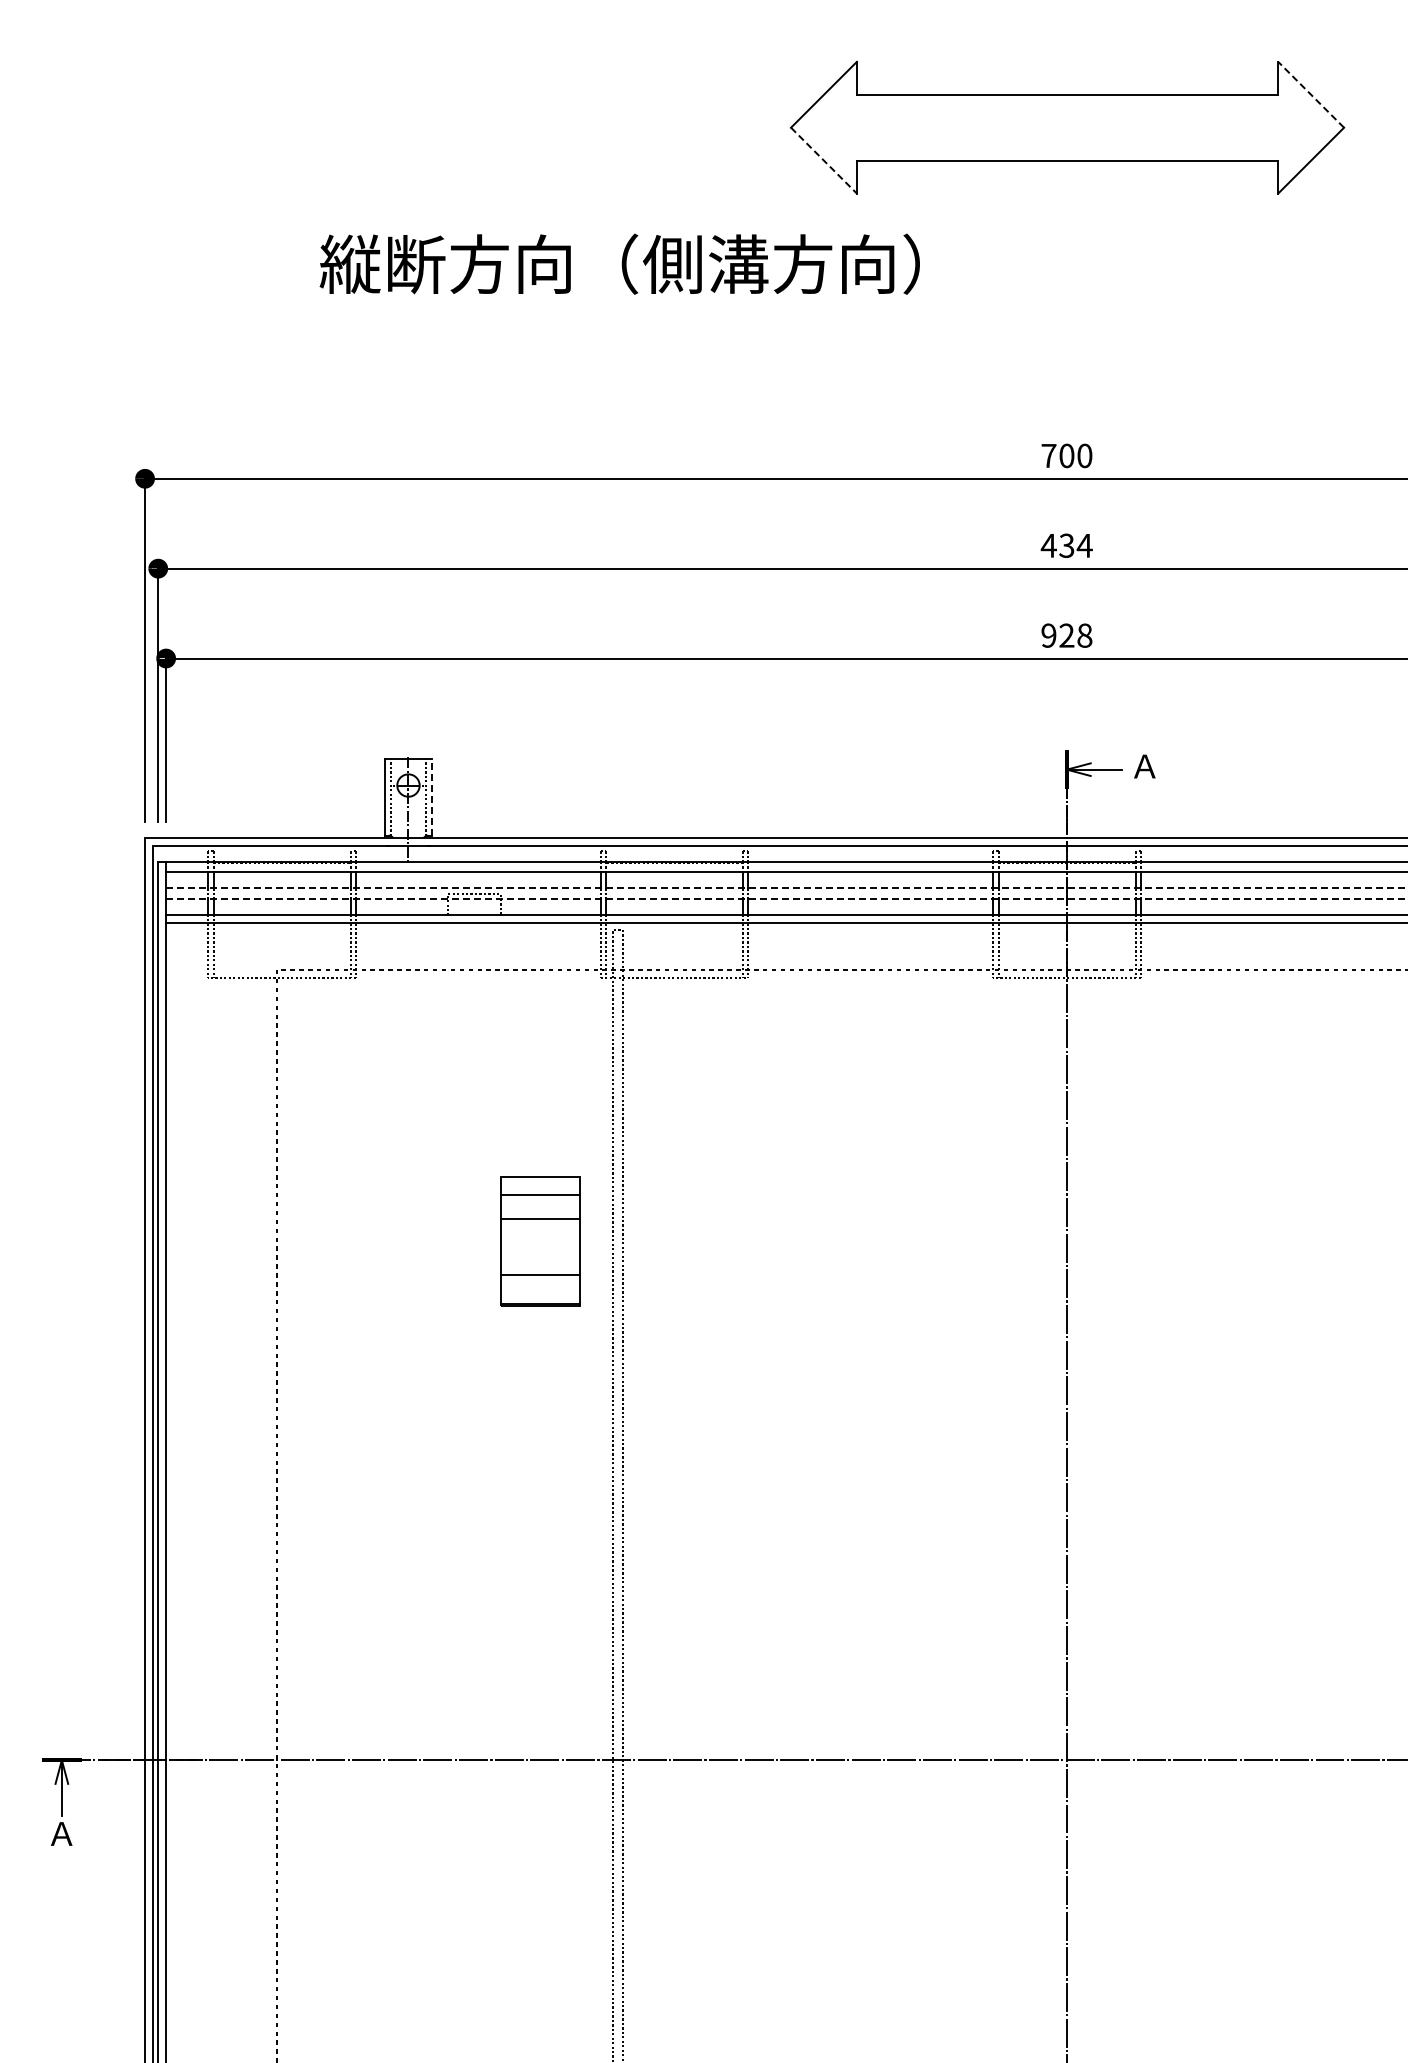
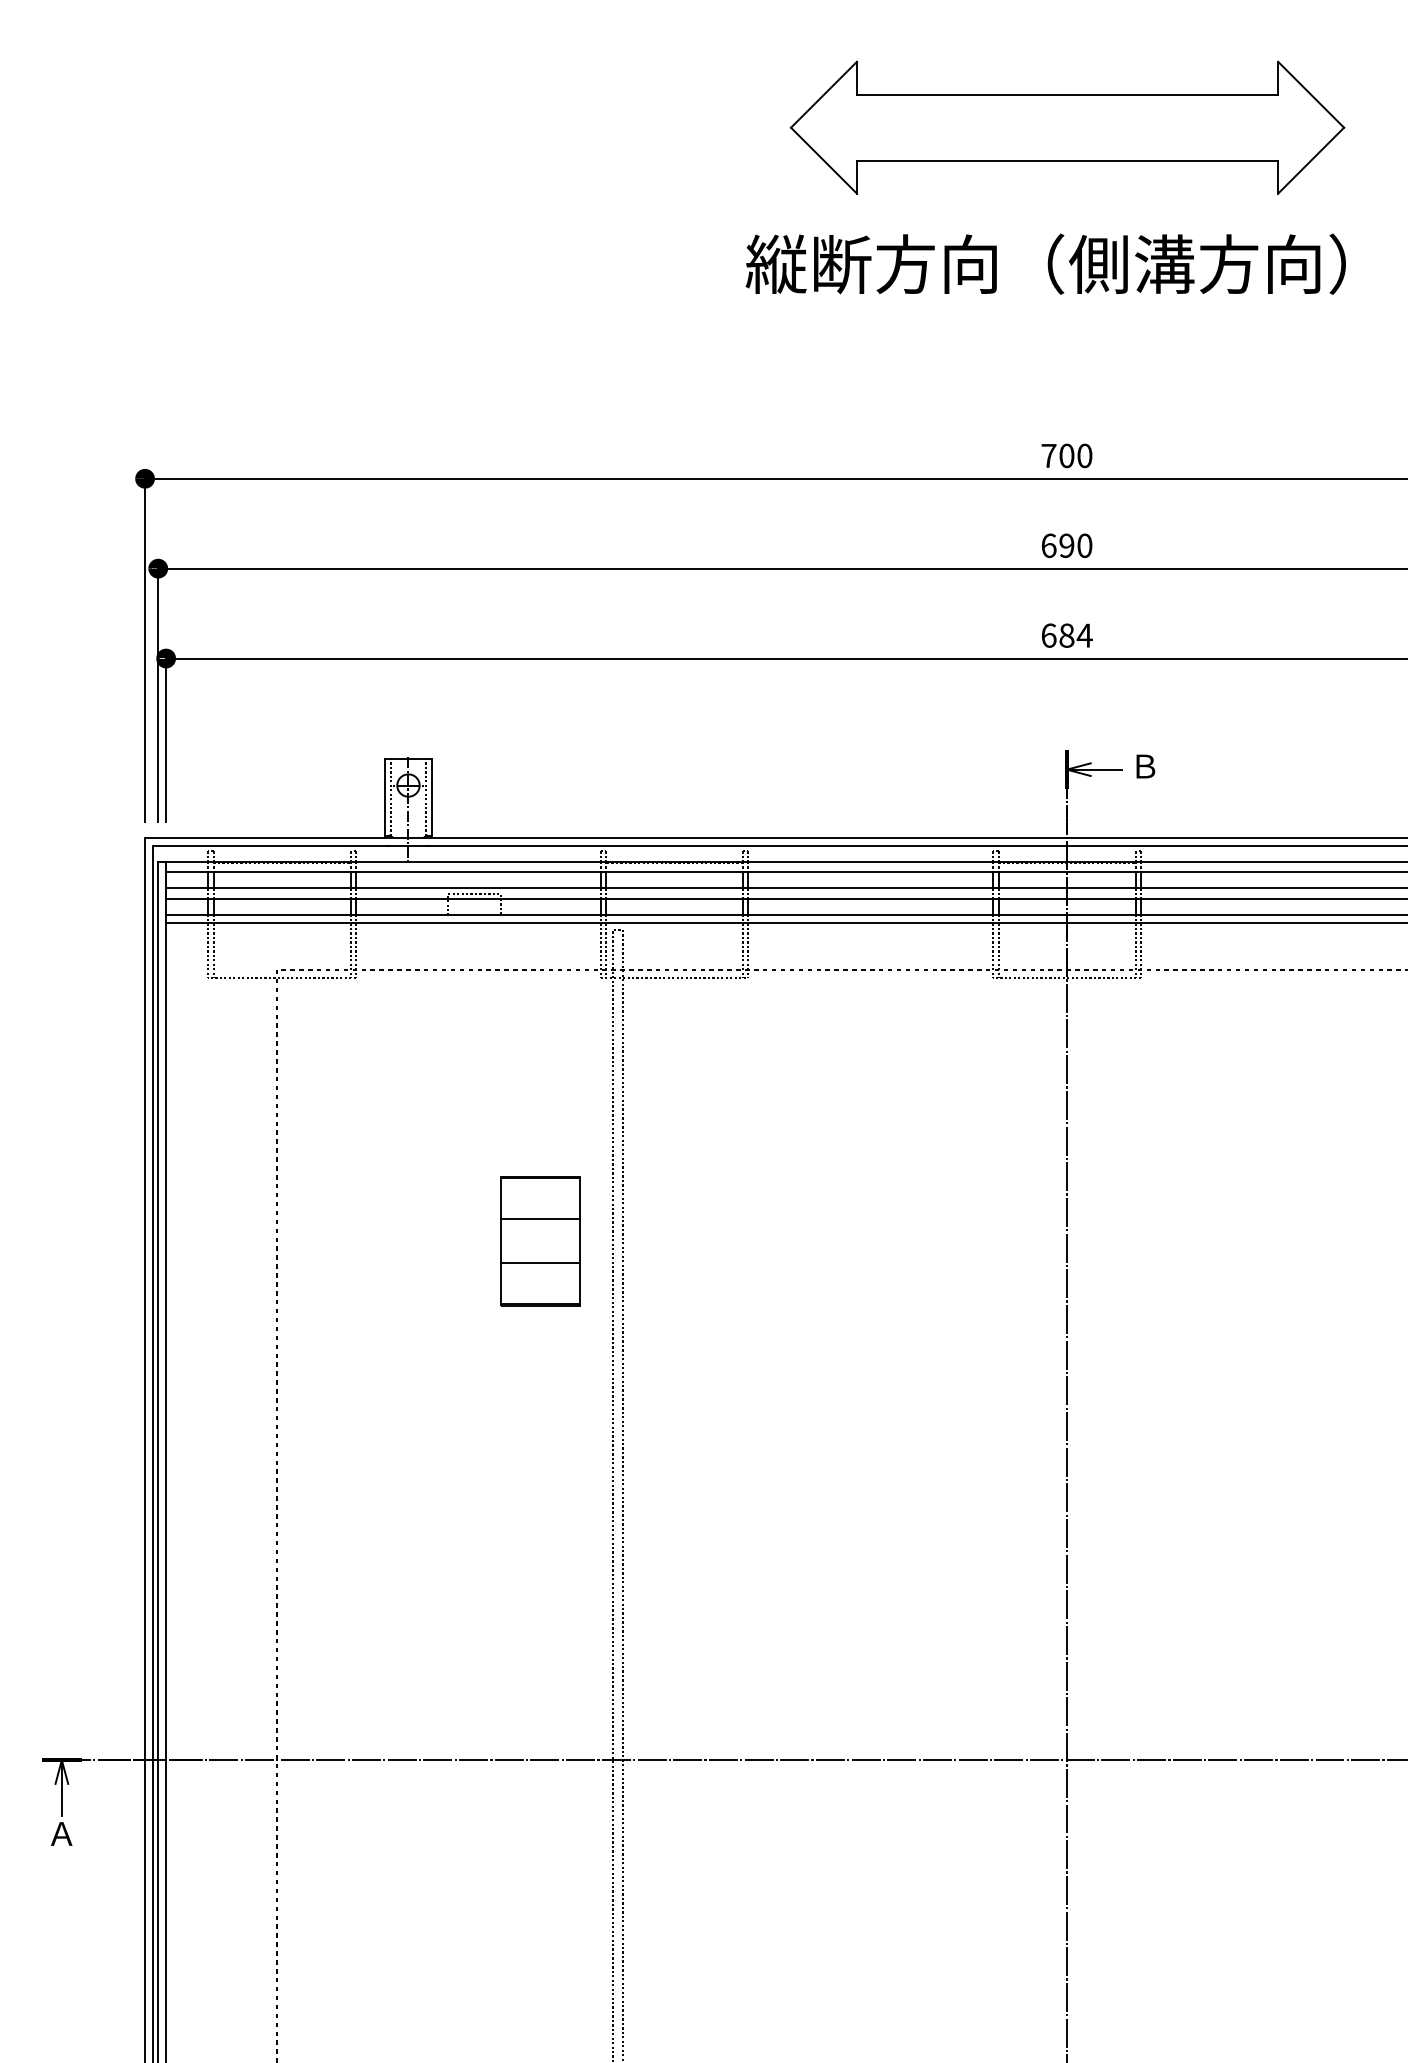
line at (1311, 94): dashed -> solid
line at (823, 160): dashed -> solid
text at (619, 263) position: (619, 263) -> (1045, 263)
text at (1066, 545): 434 -> 690
text at (1066, 635): 928 -> 684
text at (1144, 766): Ａ -> Ｂ
line at (431, 796): dashed -> solid
line at (787, 888): dashed -> solid
line at (787, 898): dashed -> solid
line at (539, 1195) position: (539, 1195) -> (539, 1178)
line at (539, 1275) position: (539, 1275) -> (539, 1263)
